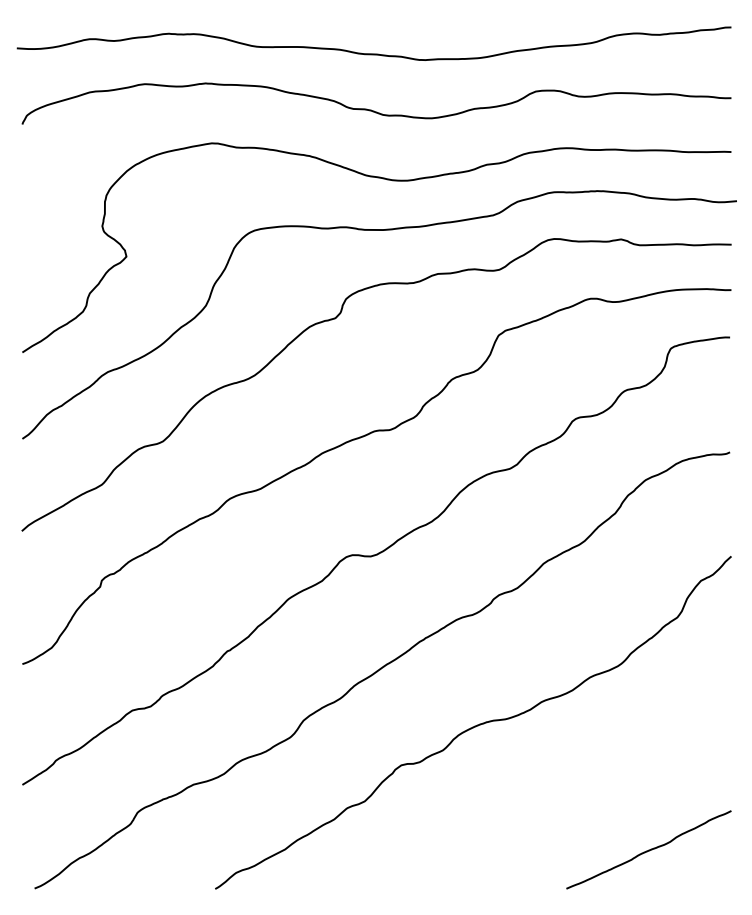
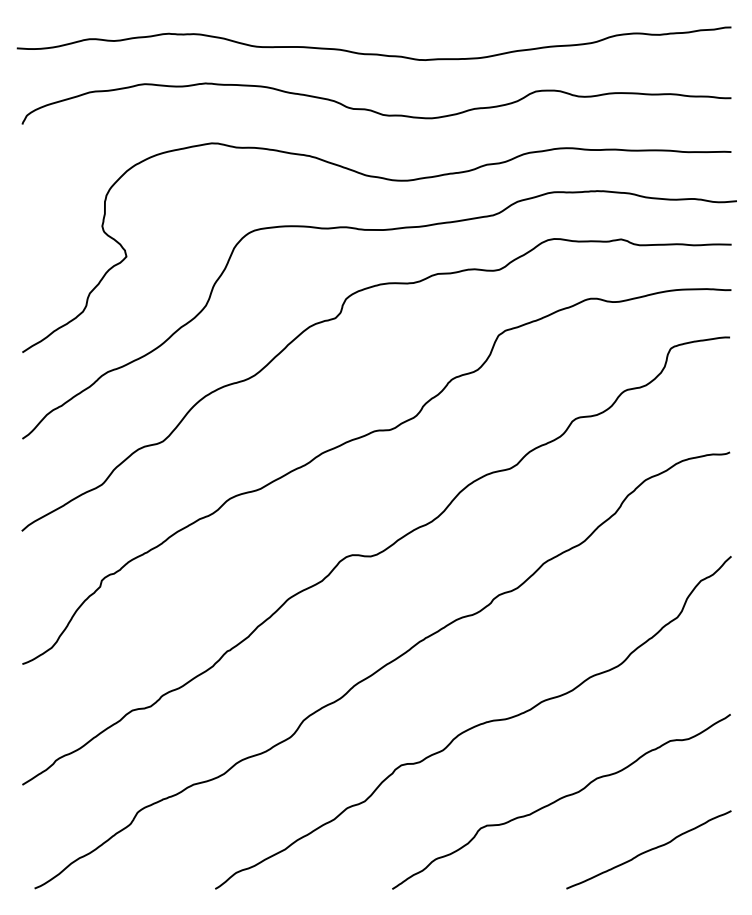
curve at (561, 799): none -> present
